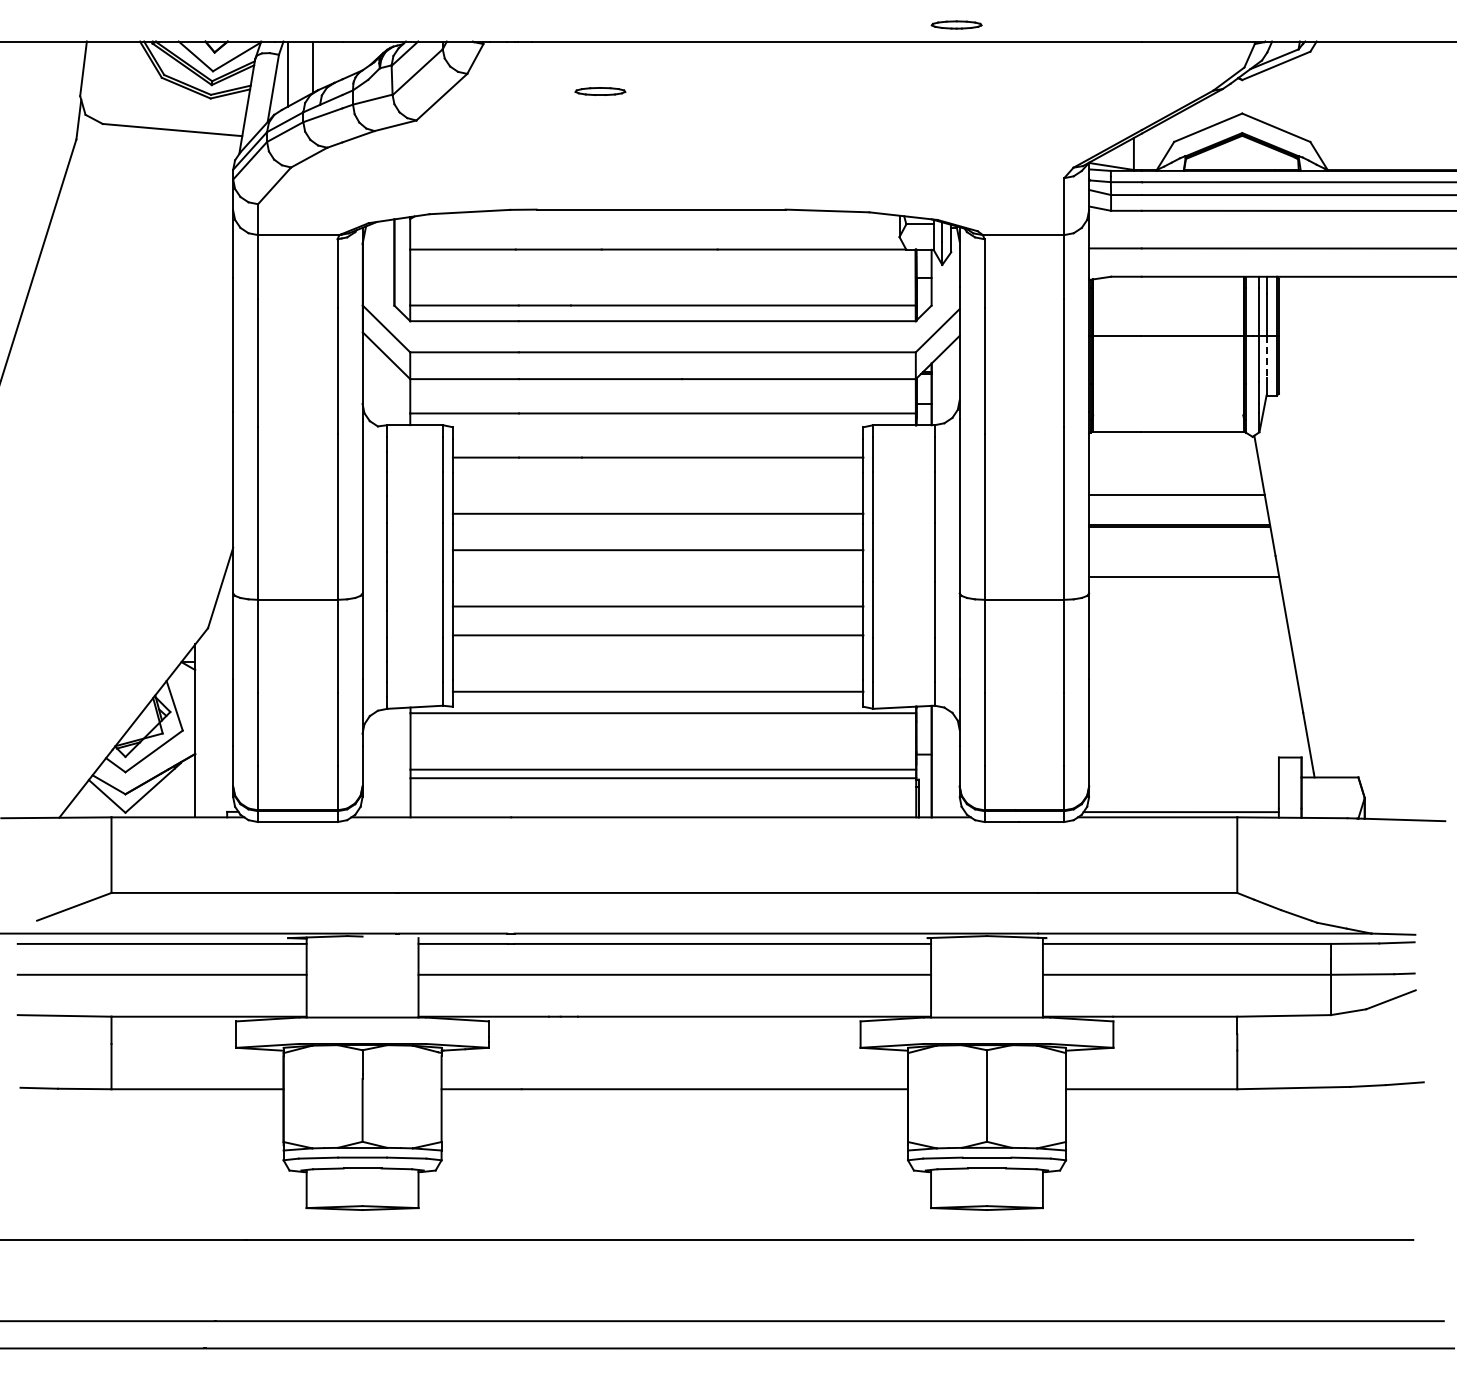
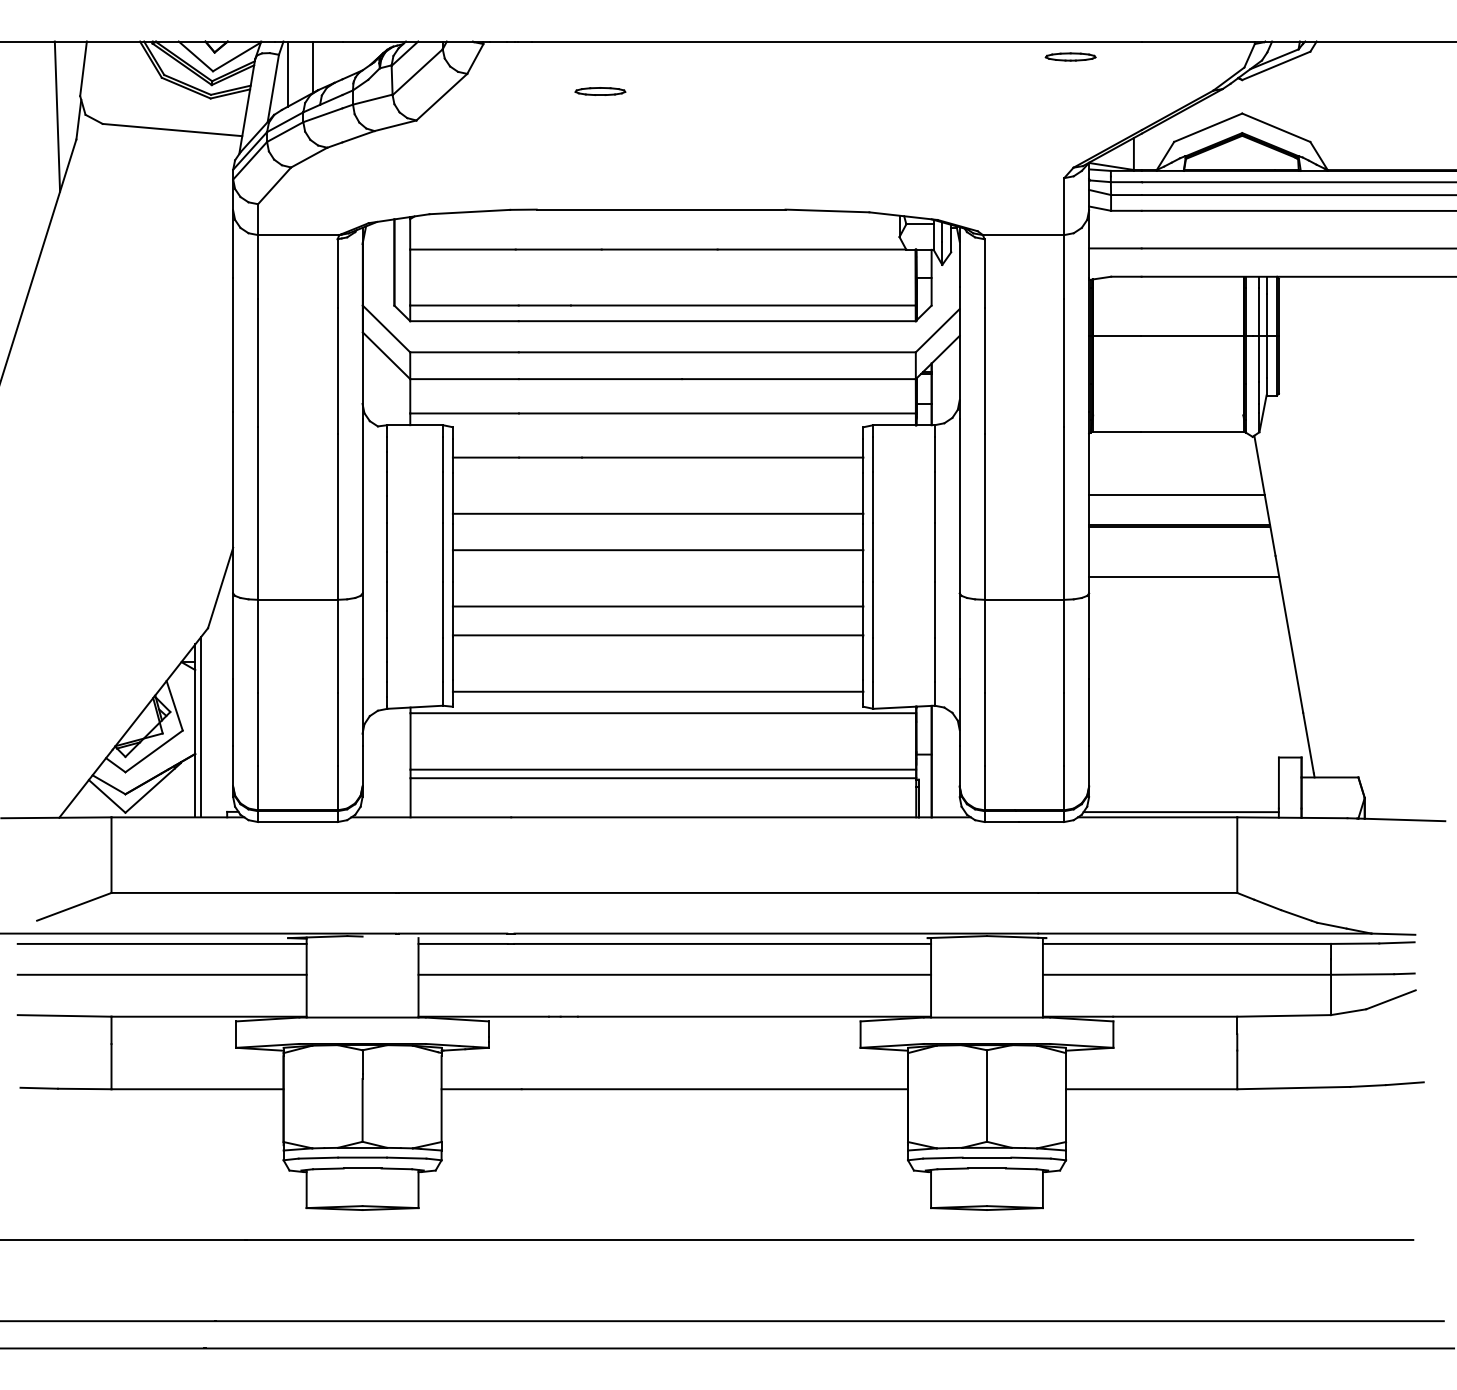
part at (956, 24) position: (956, 24) -> (1070, 56)
line at (57, 116): none -> present
line at (1266, 357): dashed -> solid
line at (201, 726): none -> present
